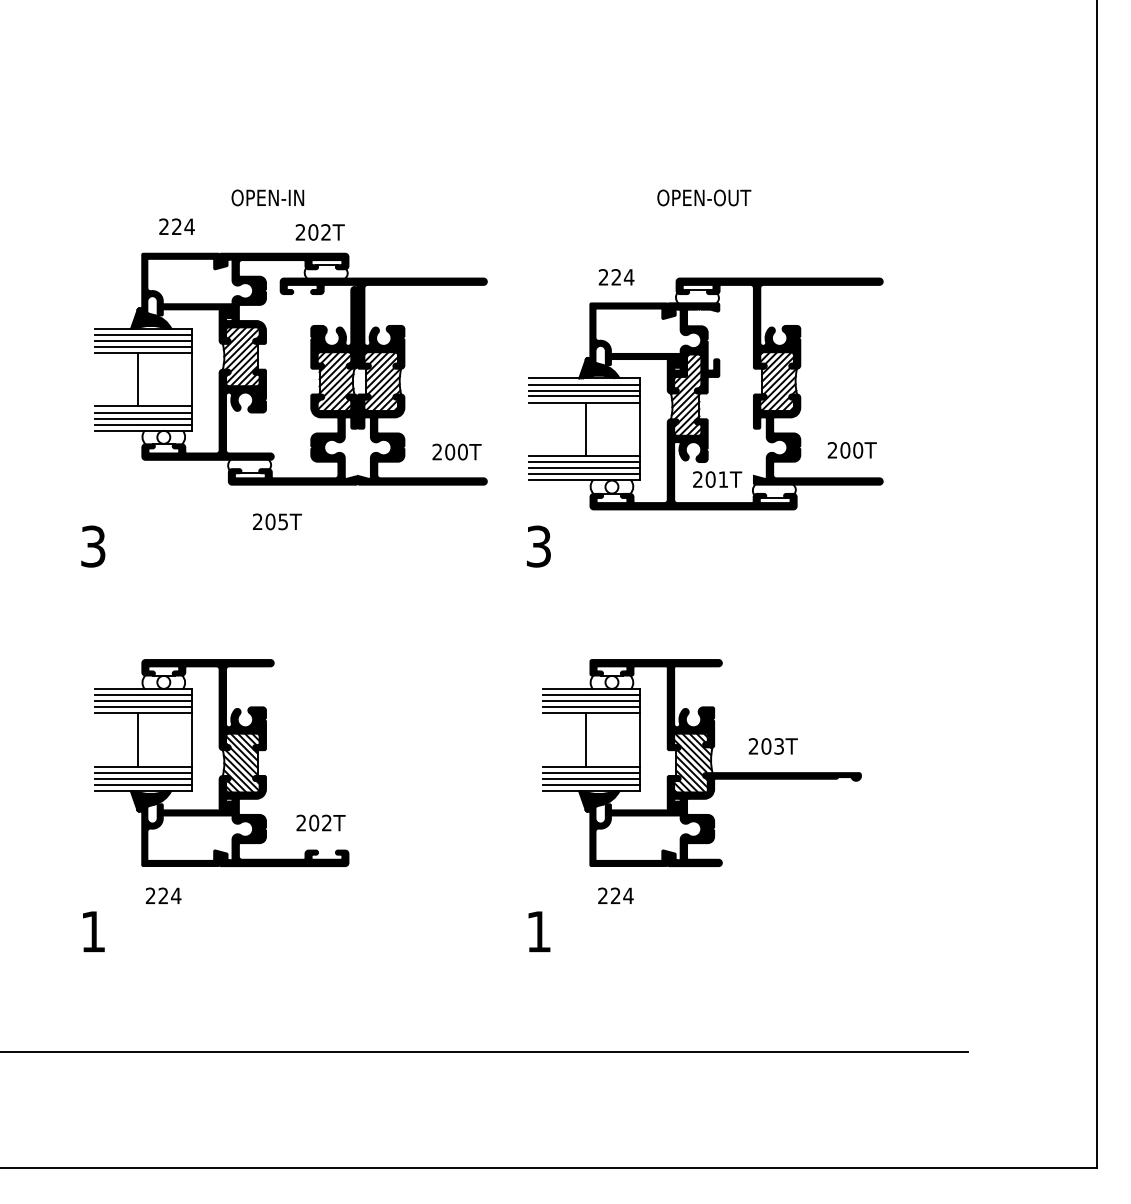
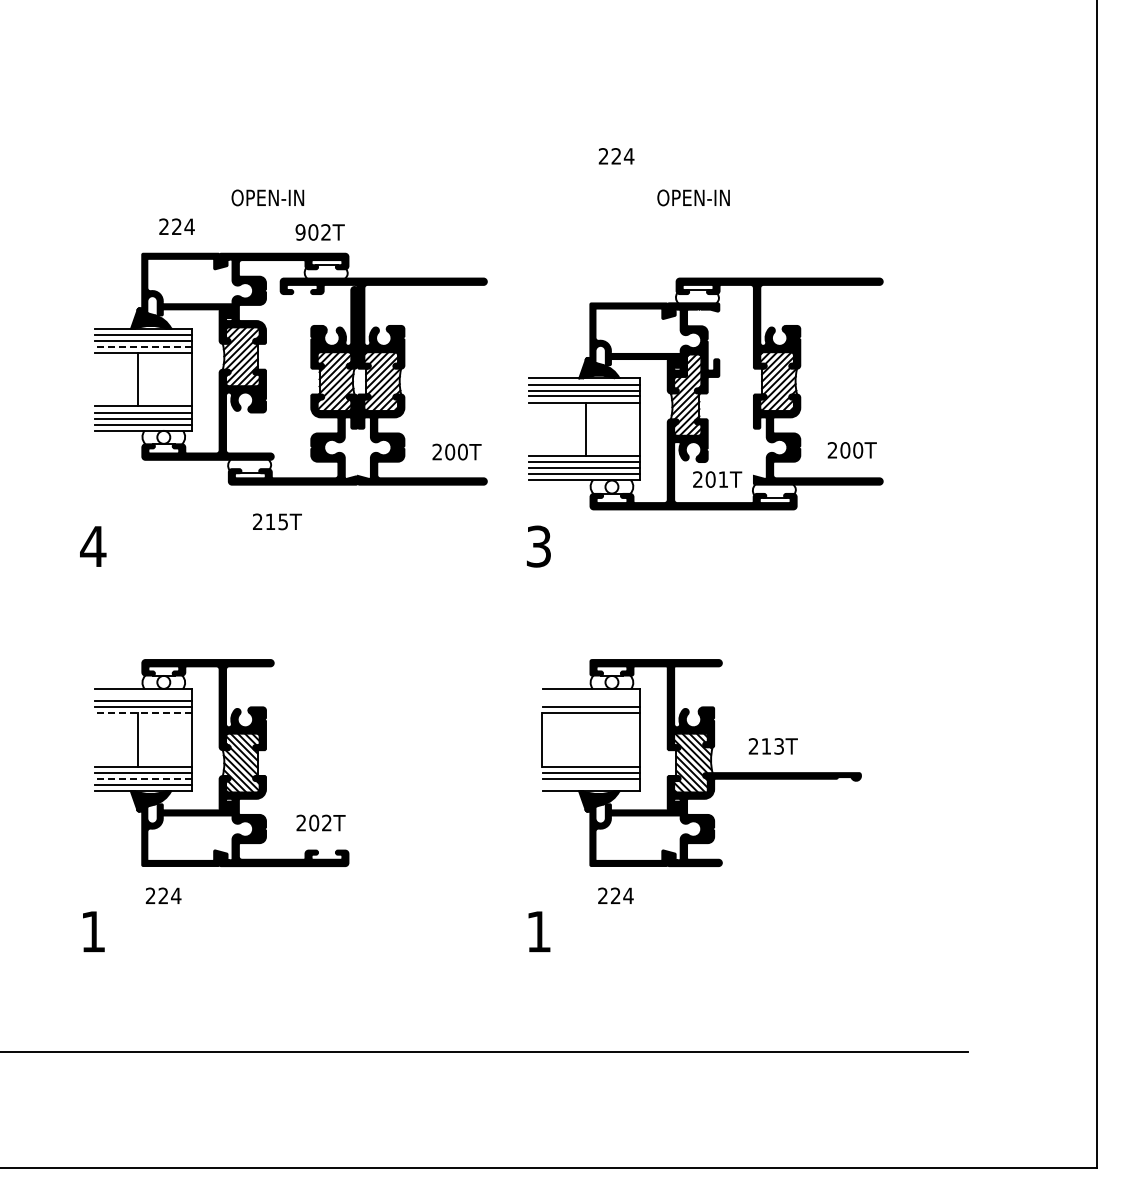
text at (732, 197): OPEN-OUT -> OPEN-IN
text at (300, 232): 202T -> 902T
text at (616, 277) position: (616, 277) -> (616, 156)
line at (143, 346): solid -> dashed
text at (270, 521): 205T -> 215T
text at (93, 546): 3 -> 4
line at (143, 695): present -> none
line at (591, 695): present -> none
line at (591, 701): present -> none
line at (143, 713): solid -> dashed
line at (586, 739) position: (586, 739) -> (542, 739)
text at (766, 746): 203T -> 213T
line at (143, 778): solid -> dashed
line at (591, 784): present -> none
